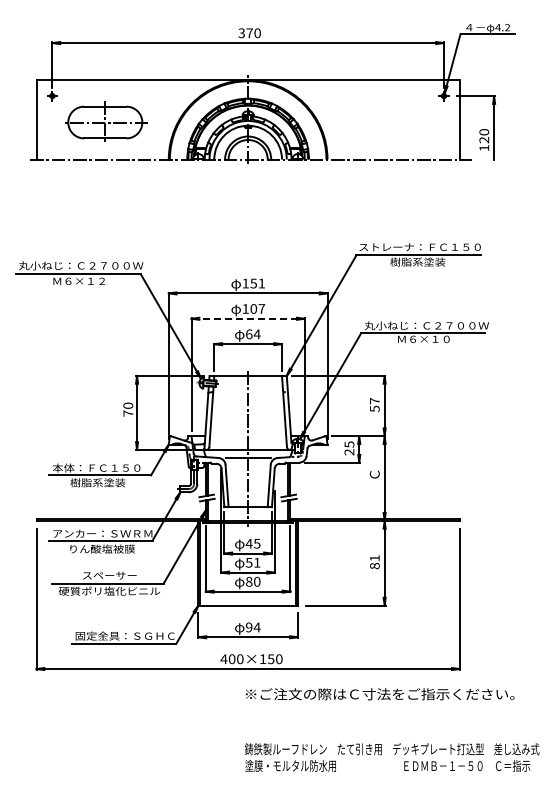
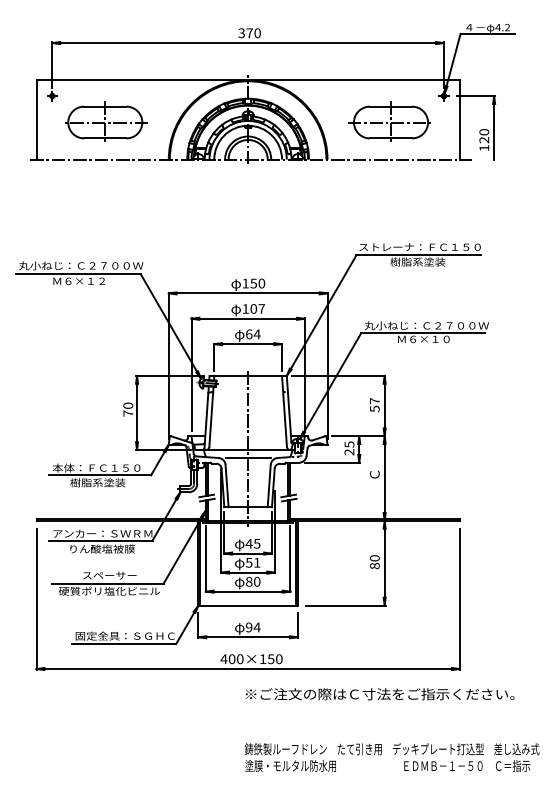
part at (389, 121): none -> present
text at (261, 283): 151 -> 150
line at (248, 318): dashed -> solid
text at (374, 558): 81 -> 80
